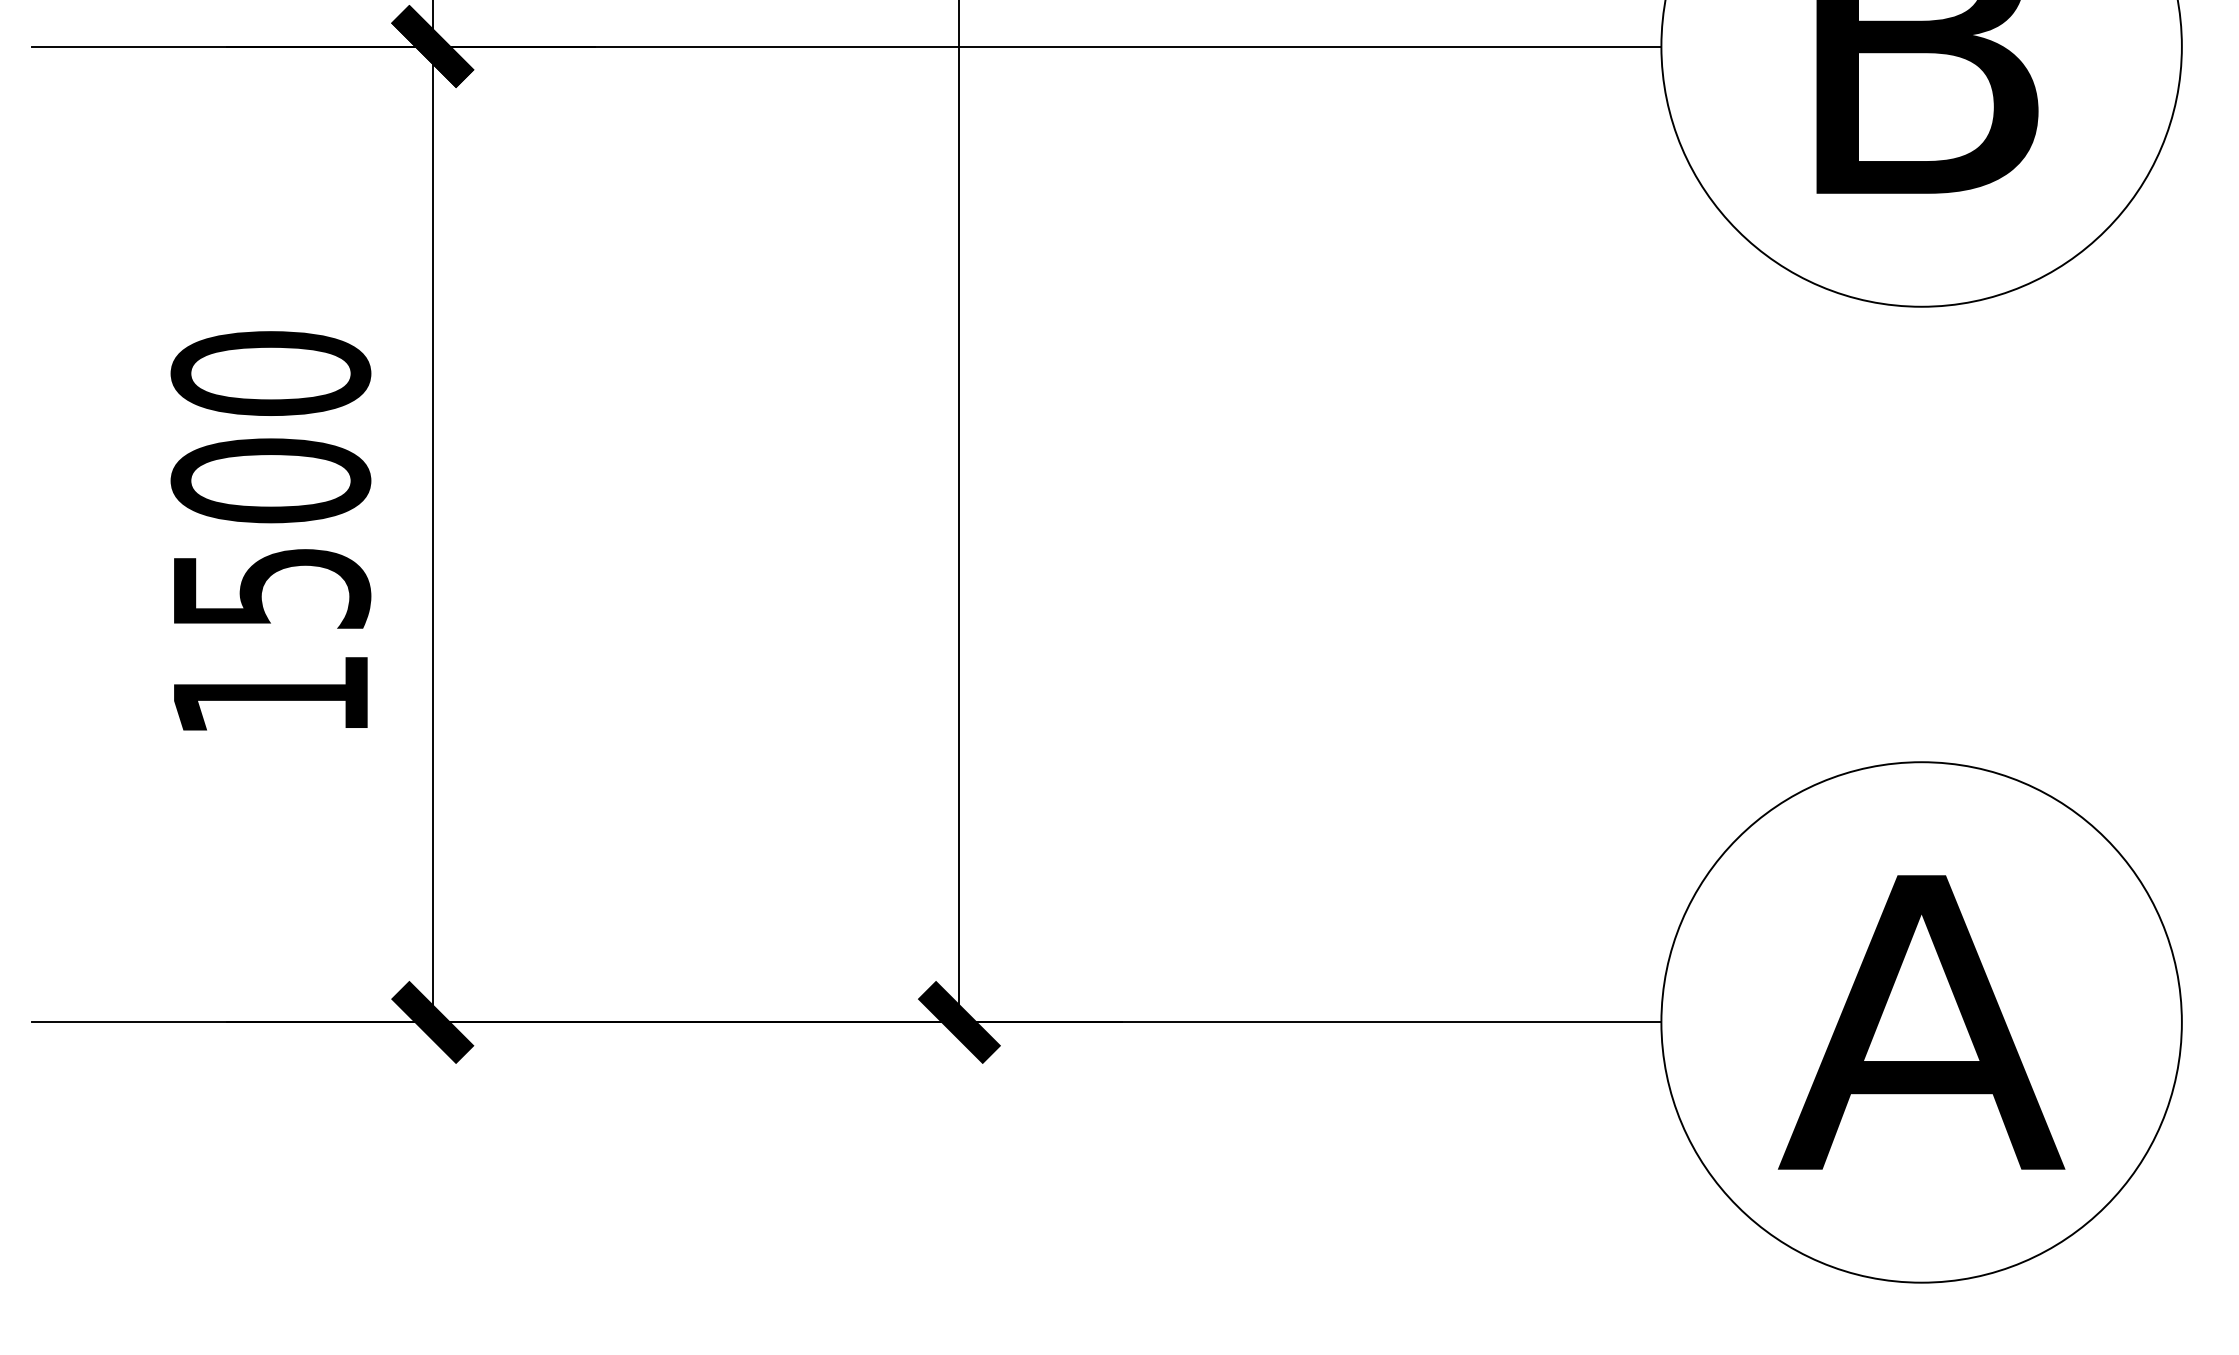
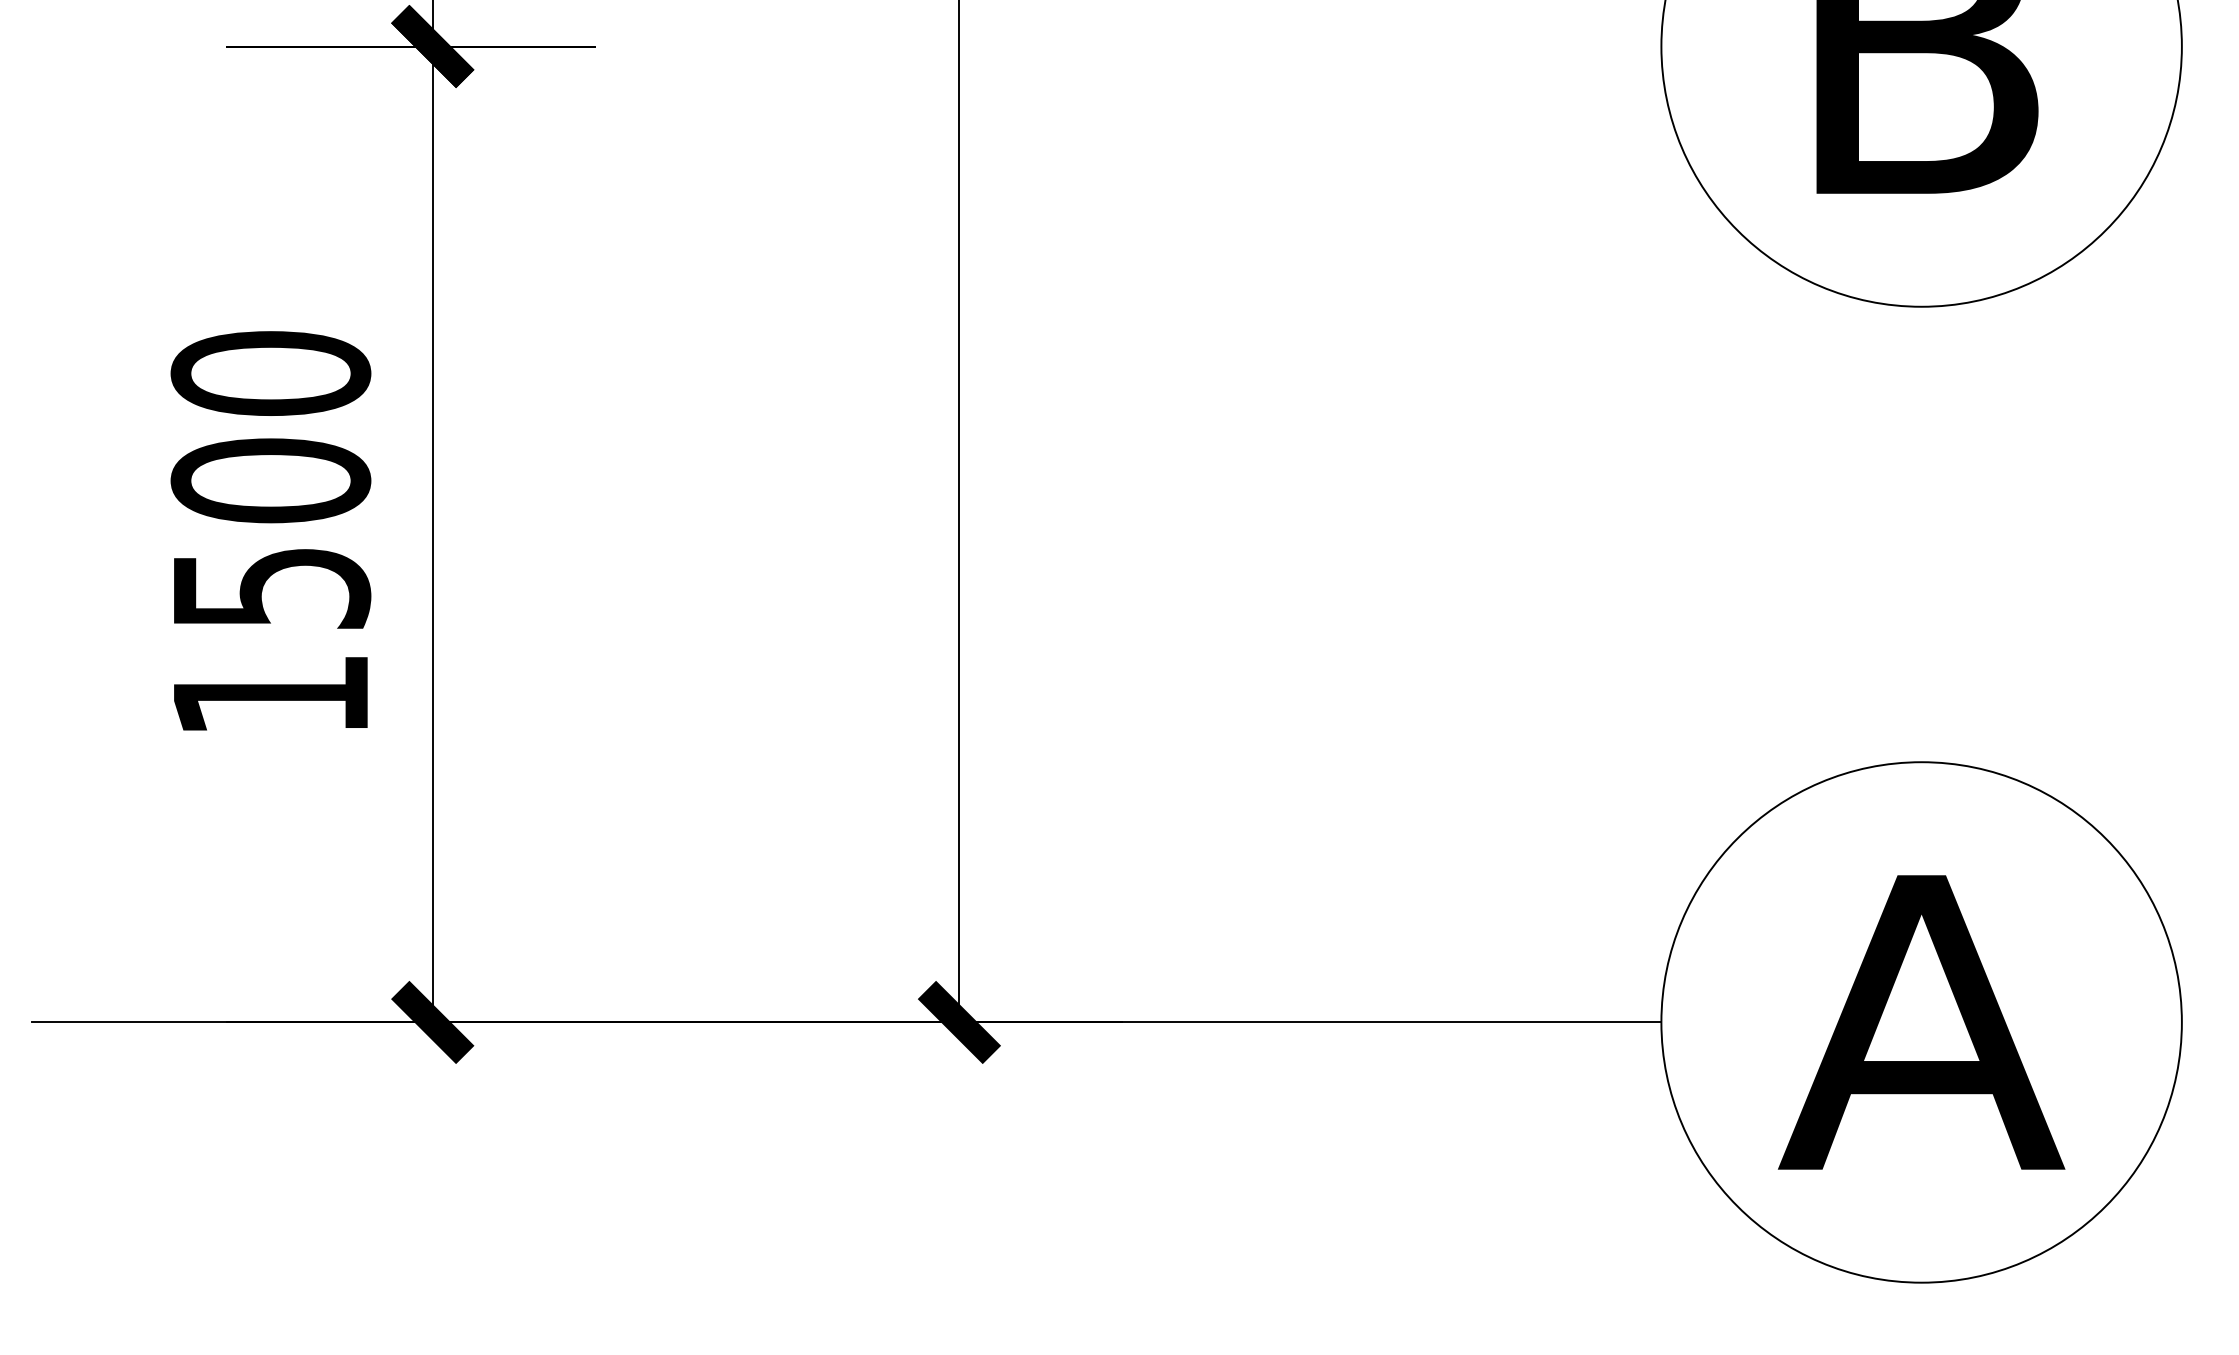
line at (846, 46): present -> none
